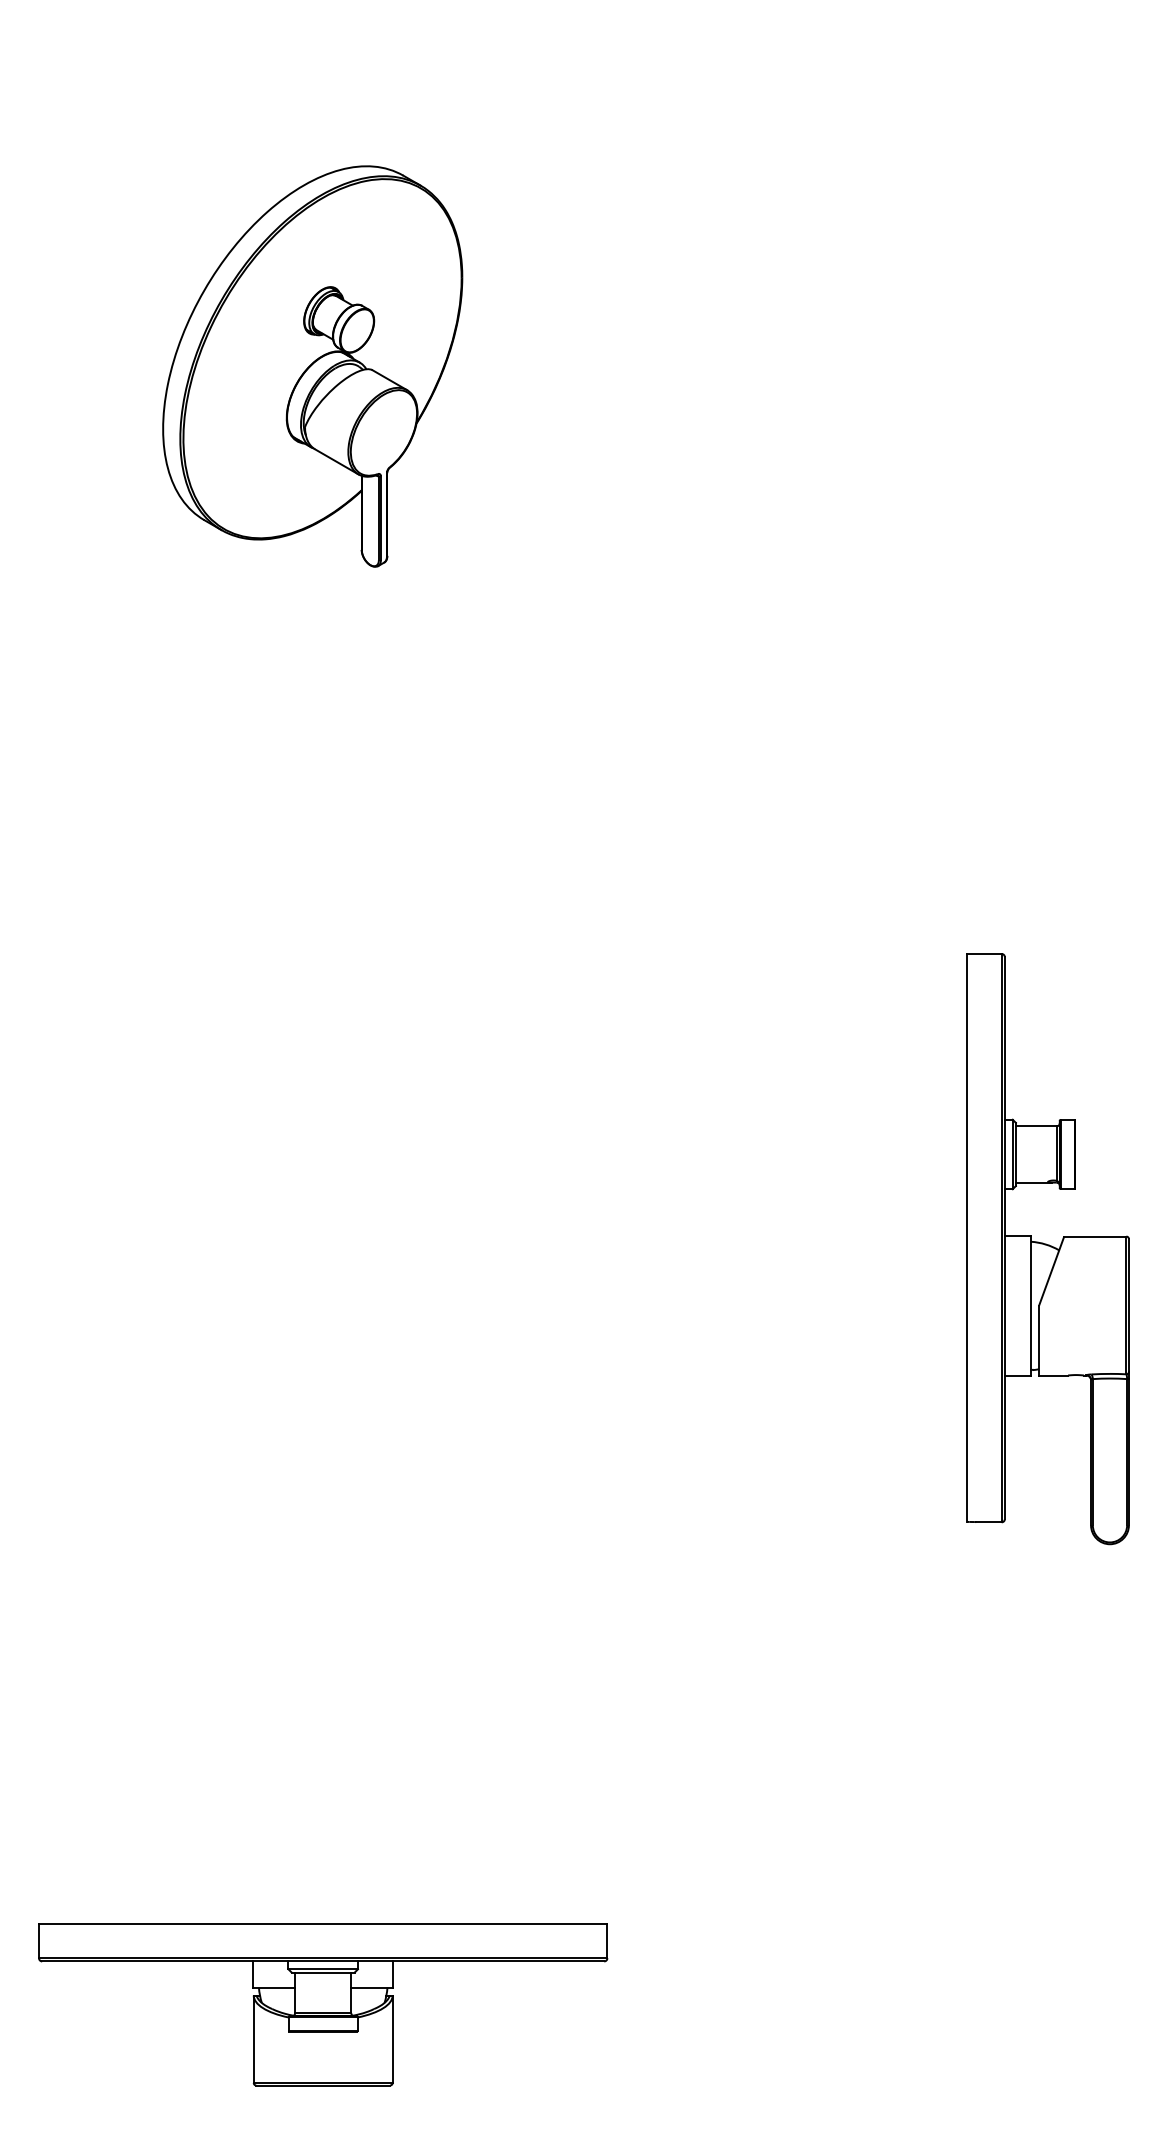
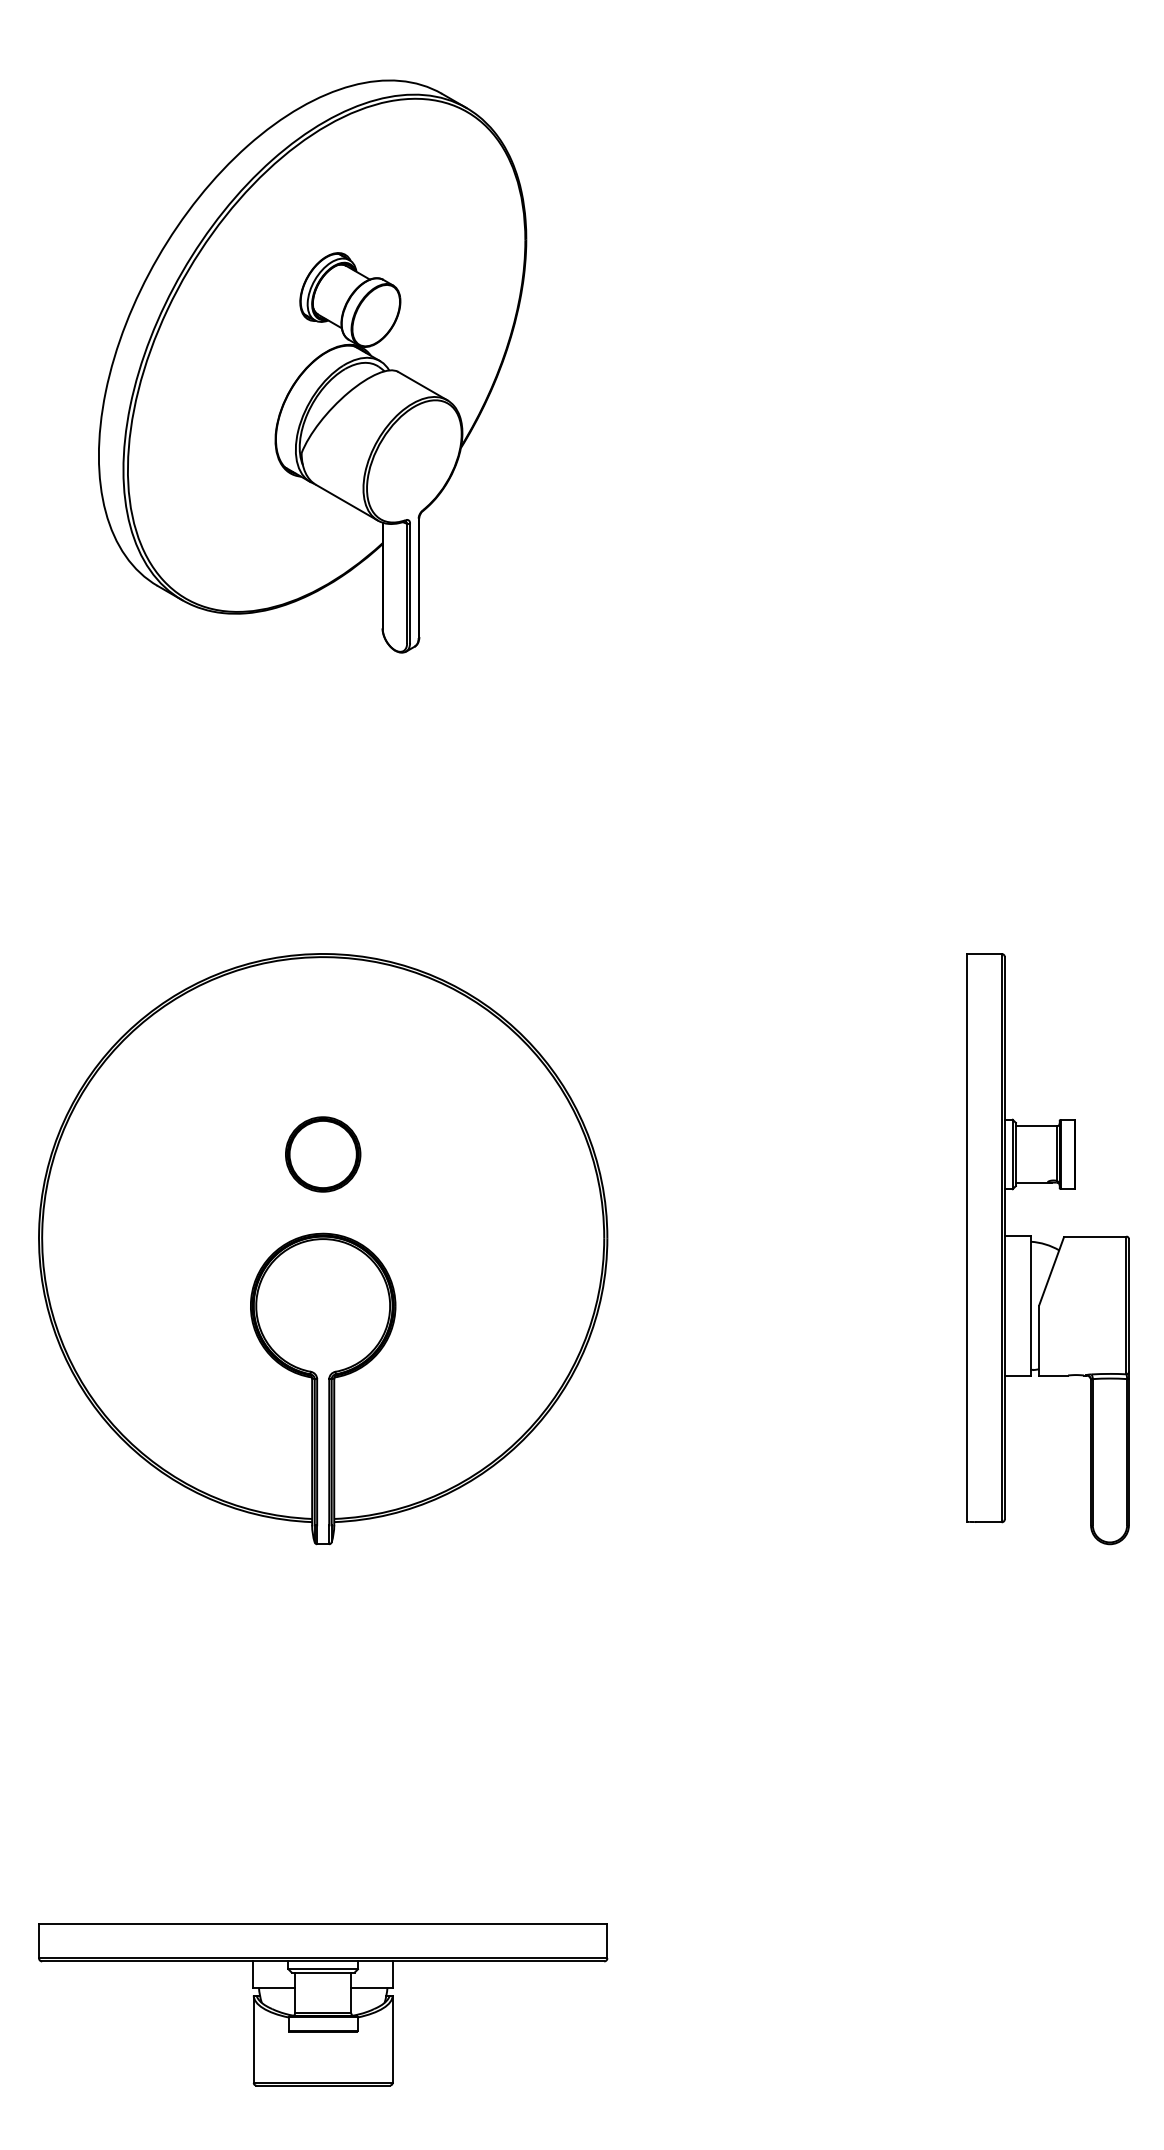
part at (312, 366) size: 302x403 px -> 430x575 px
part at (323, 1249): none -> present
